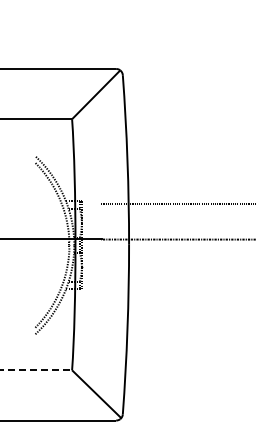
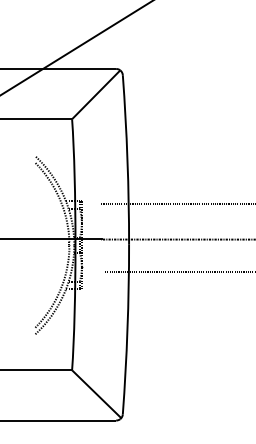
line at (76, 48): none -> present
line at (178, 272): none -> present
line at (36, 370): dashed -> solid
